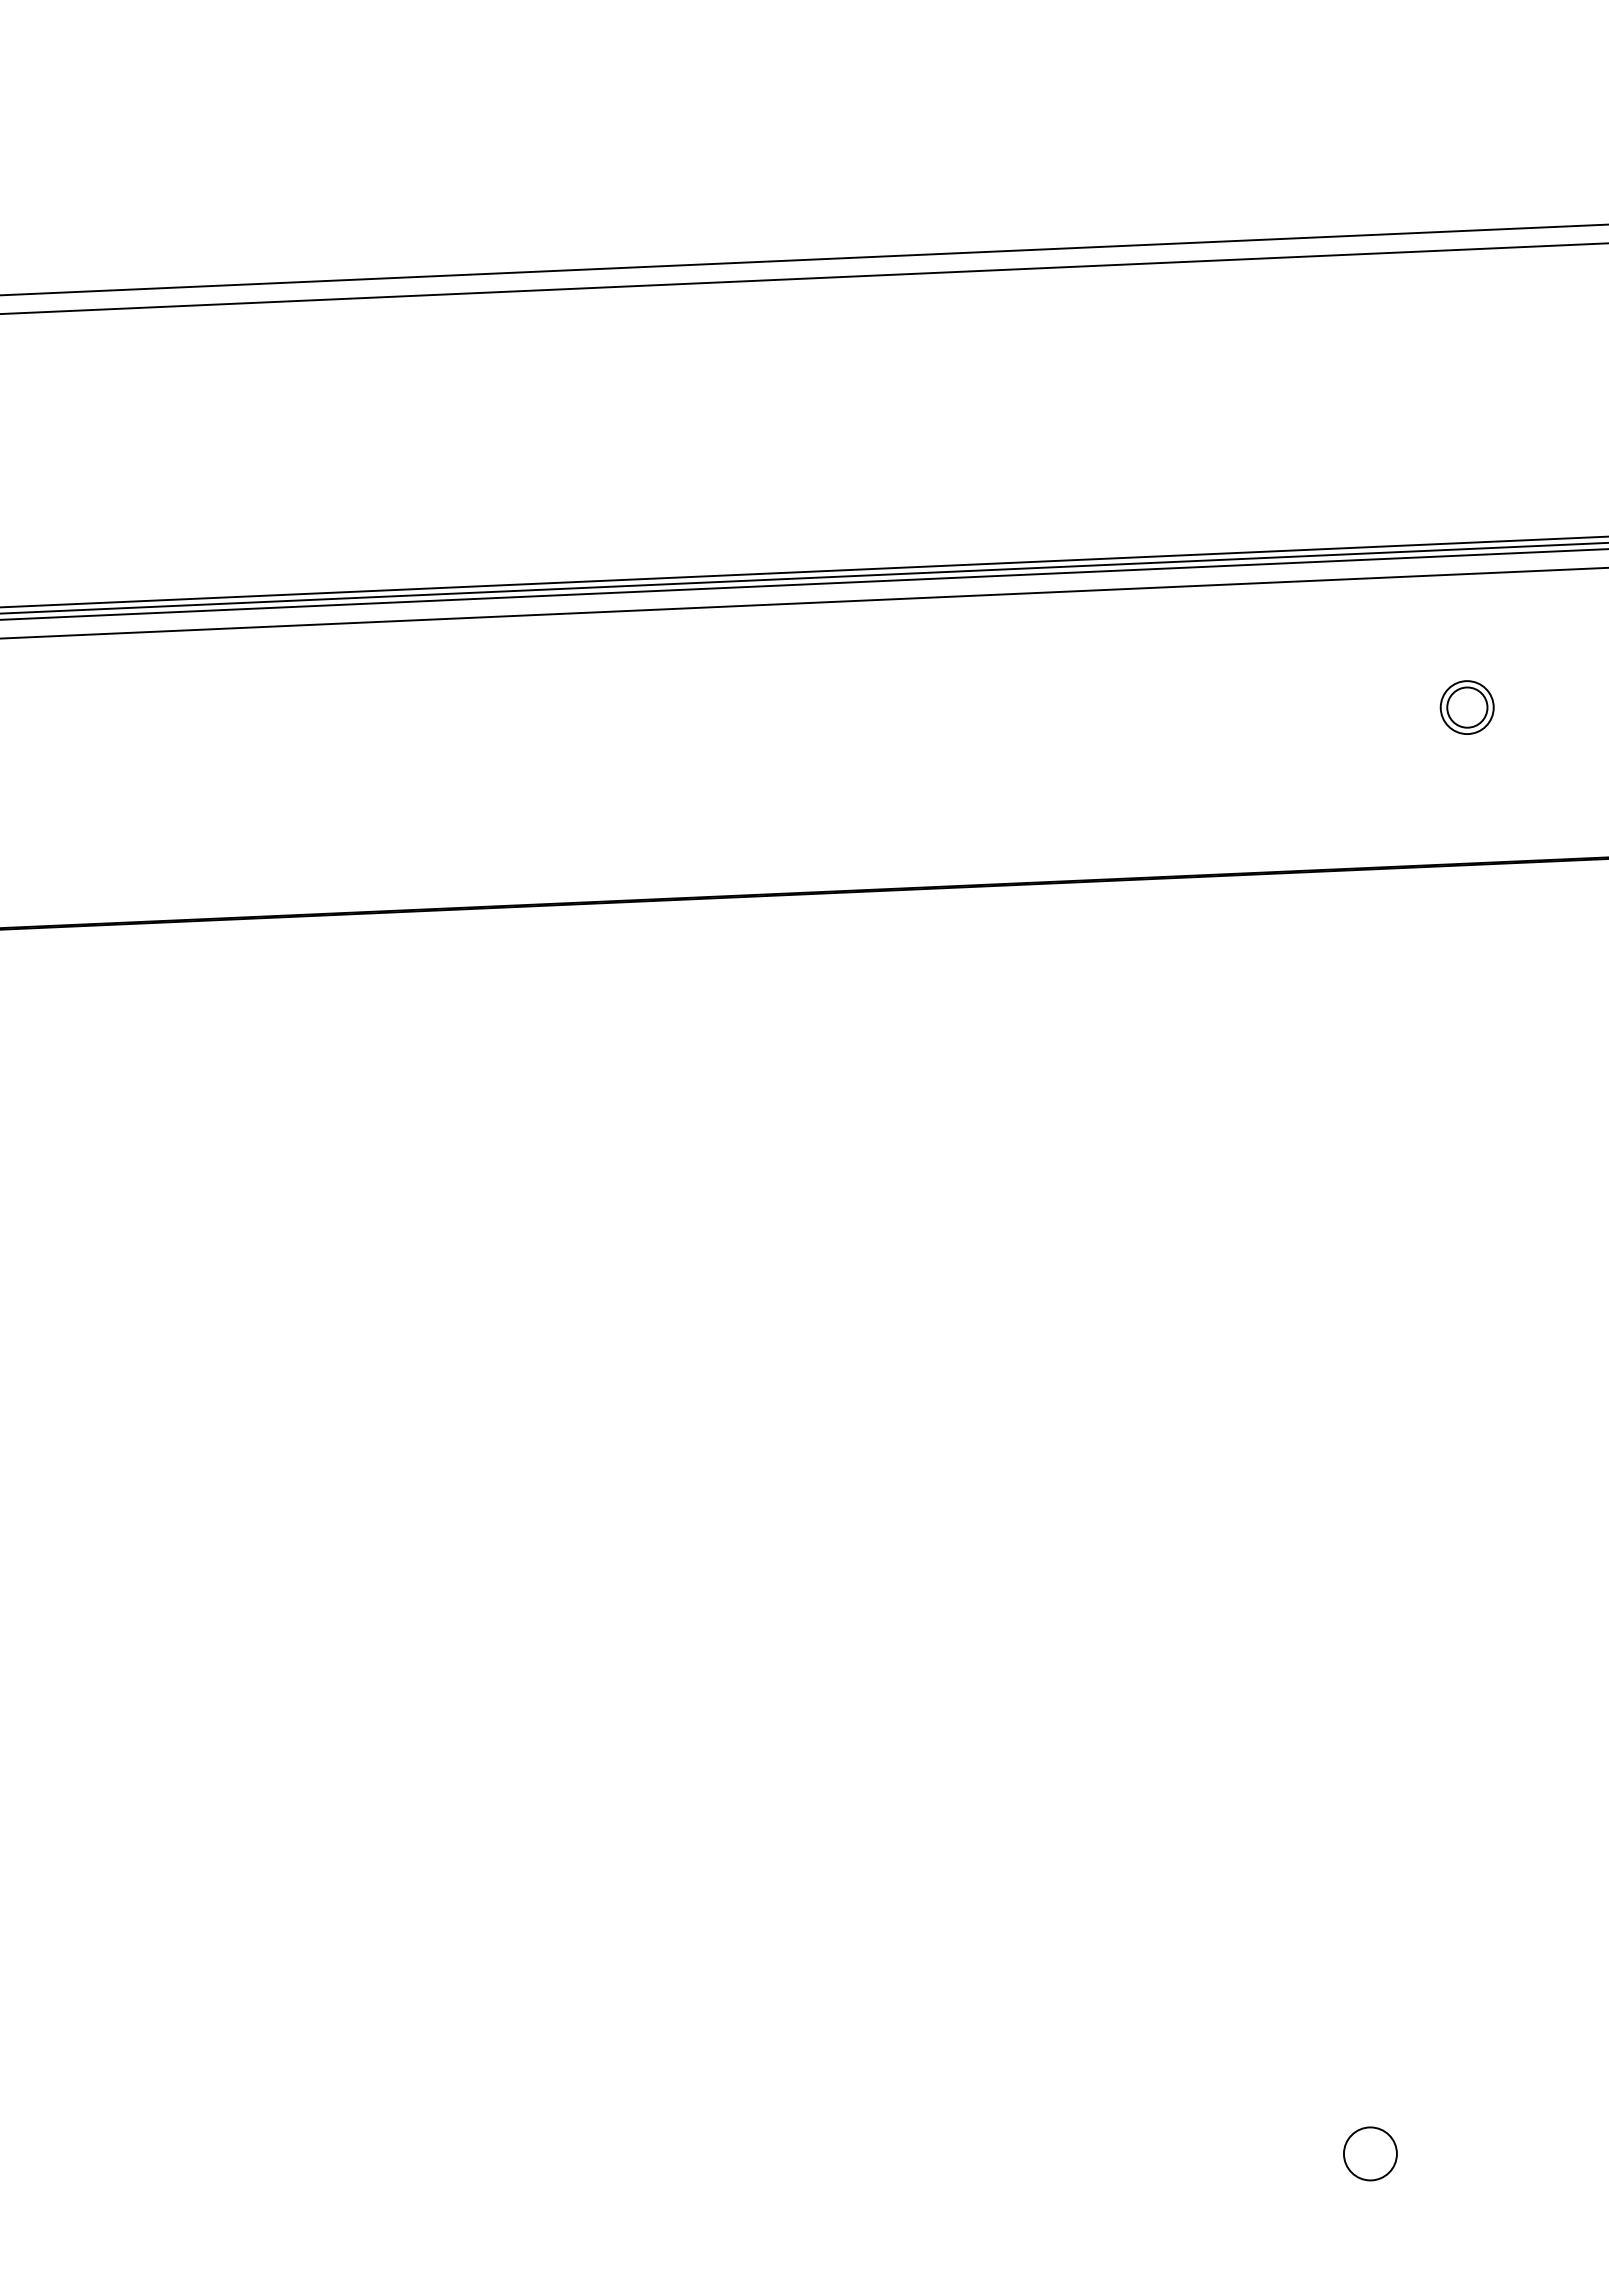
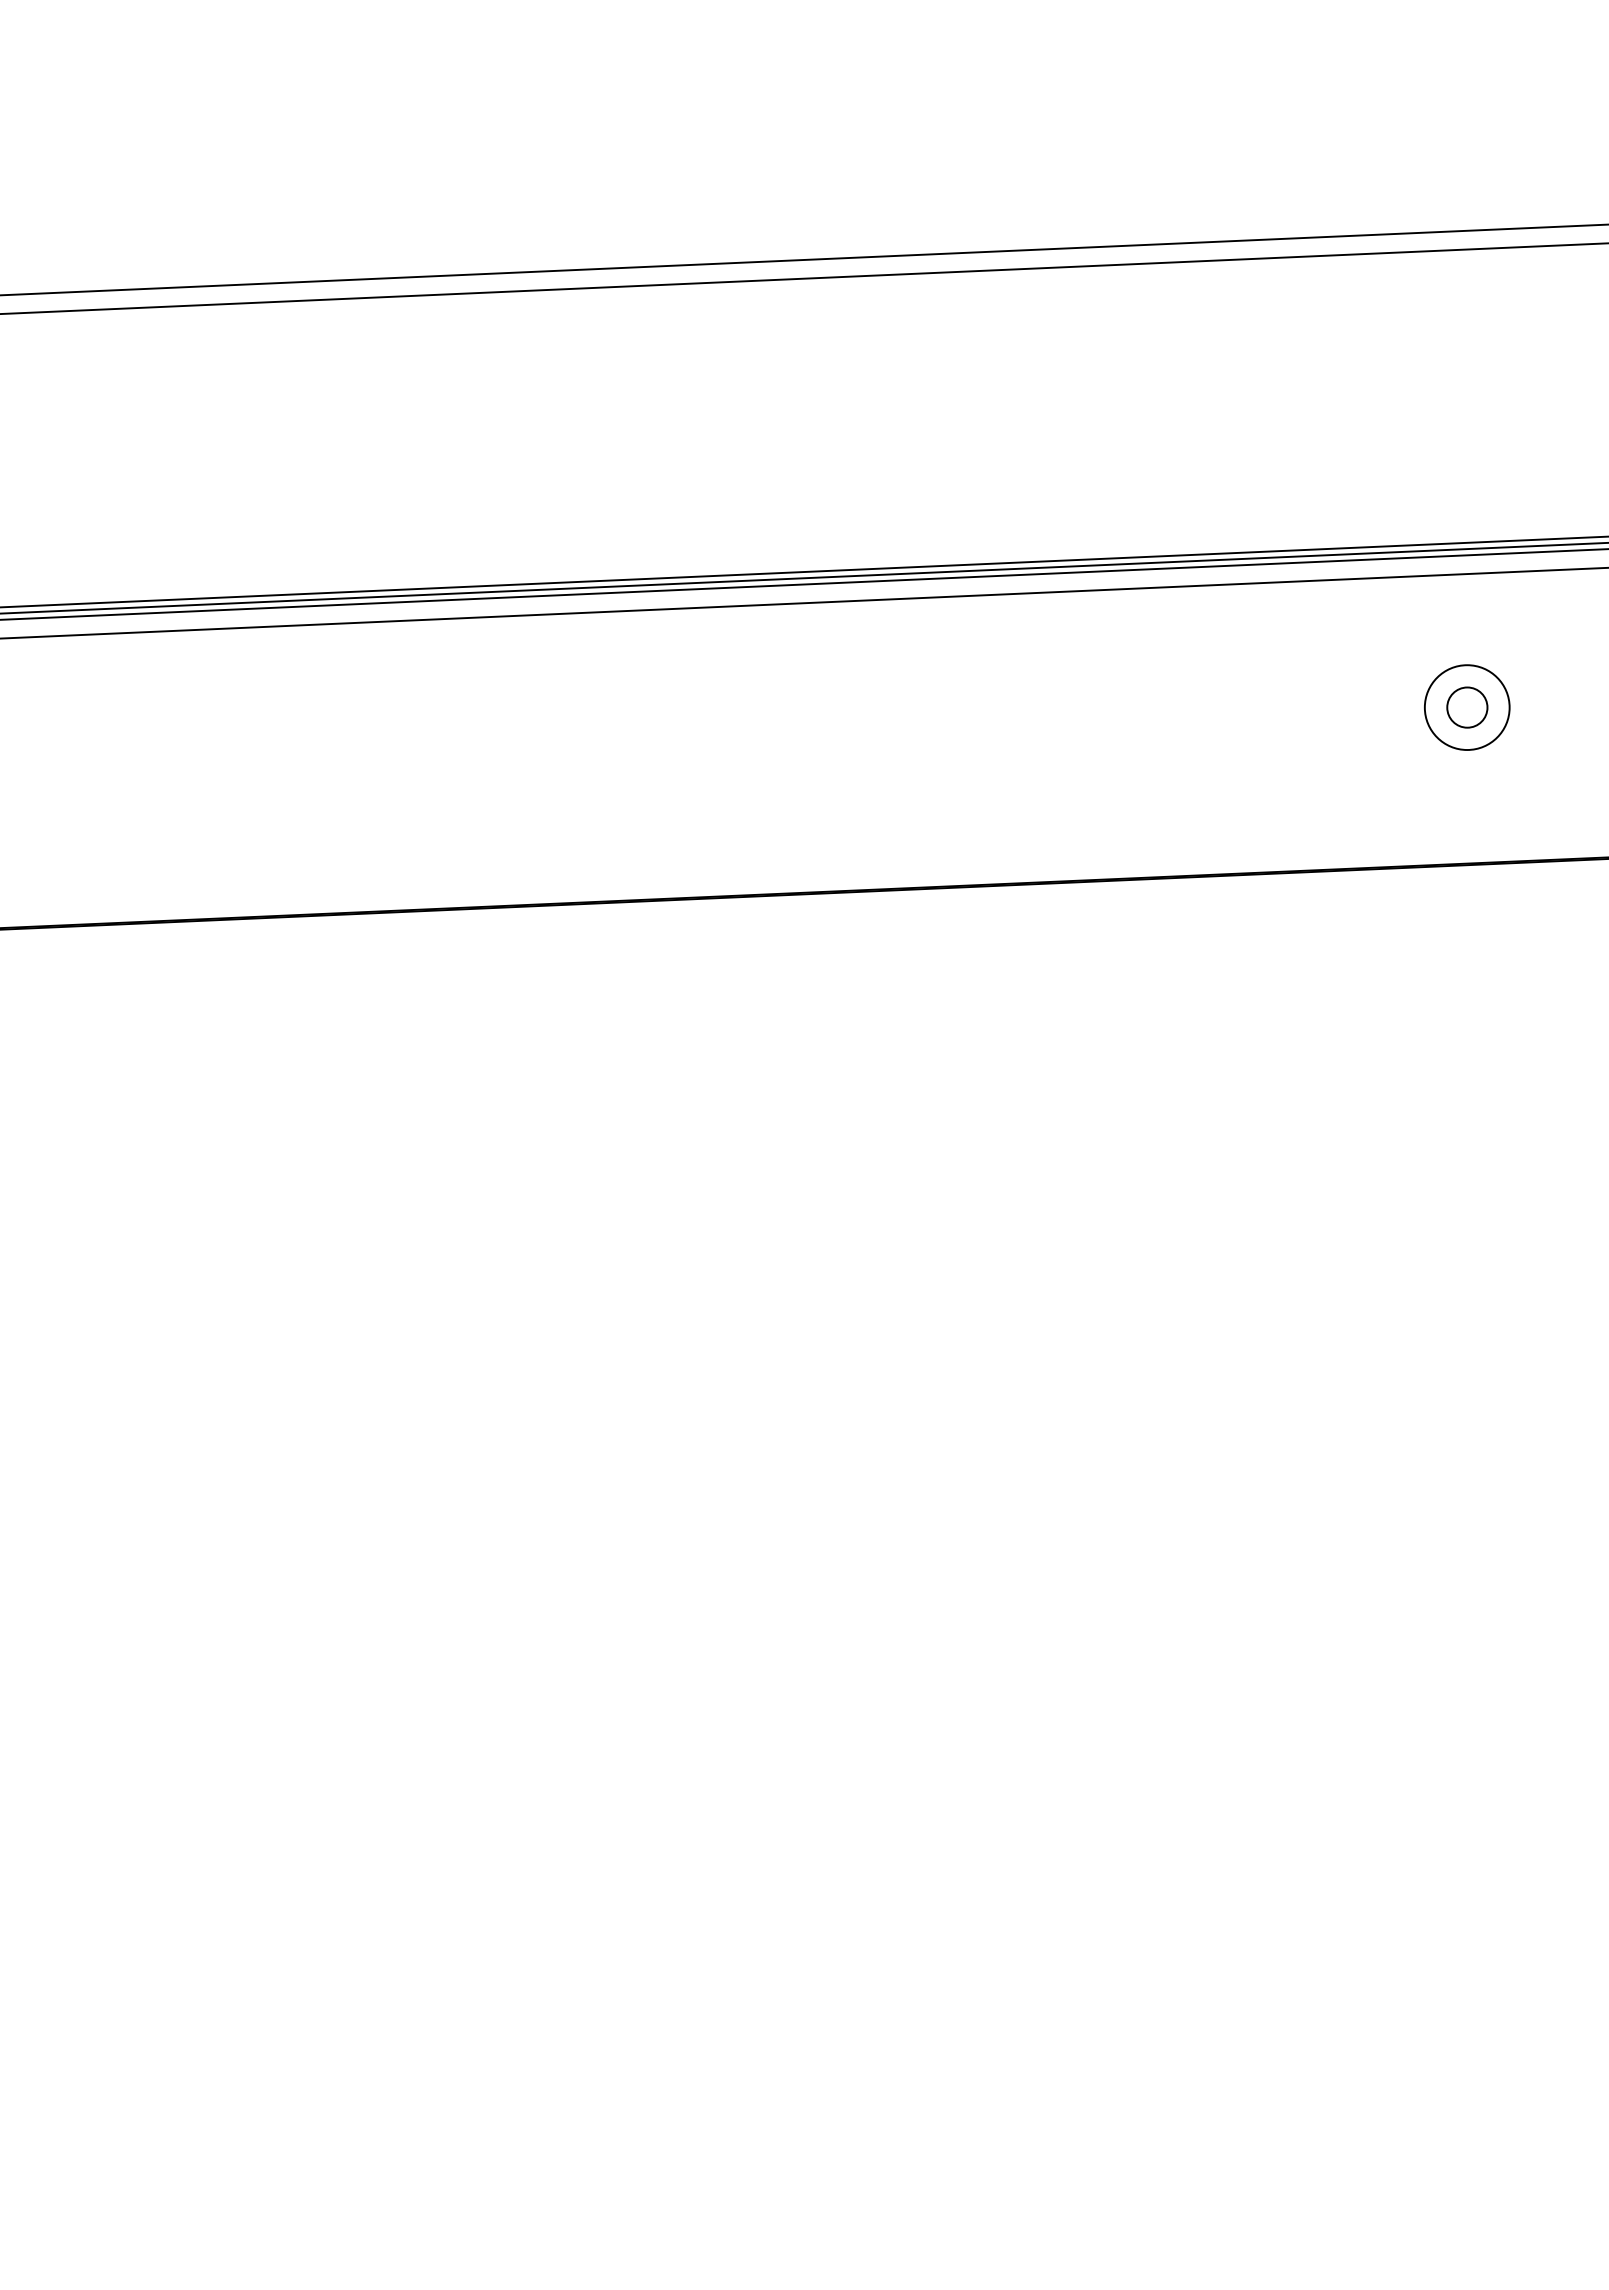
circle at (1466, 707) diameter: 53 px -> 85 px
circle at (1370, 2153): present -> none
